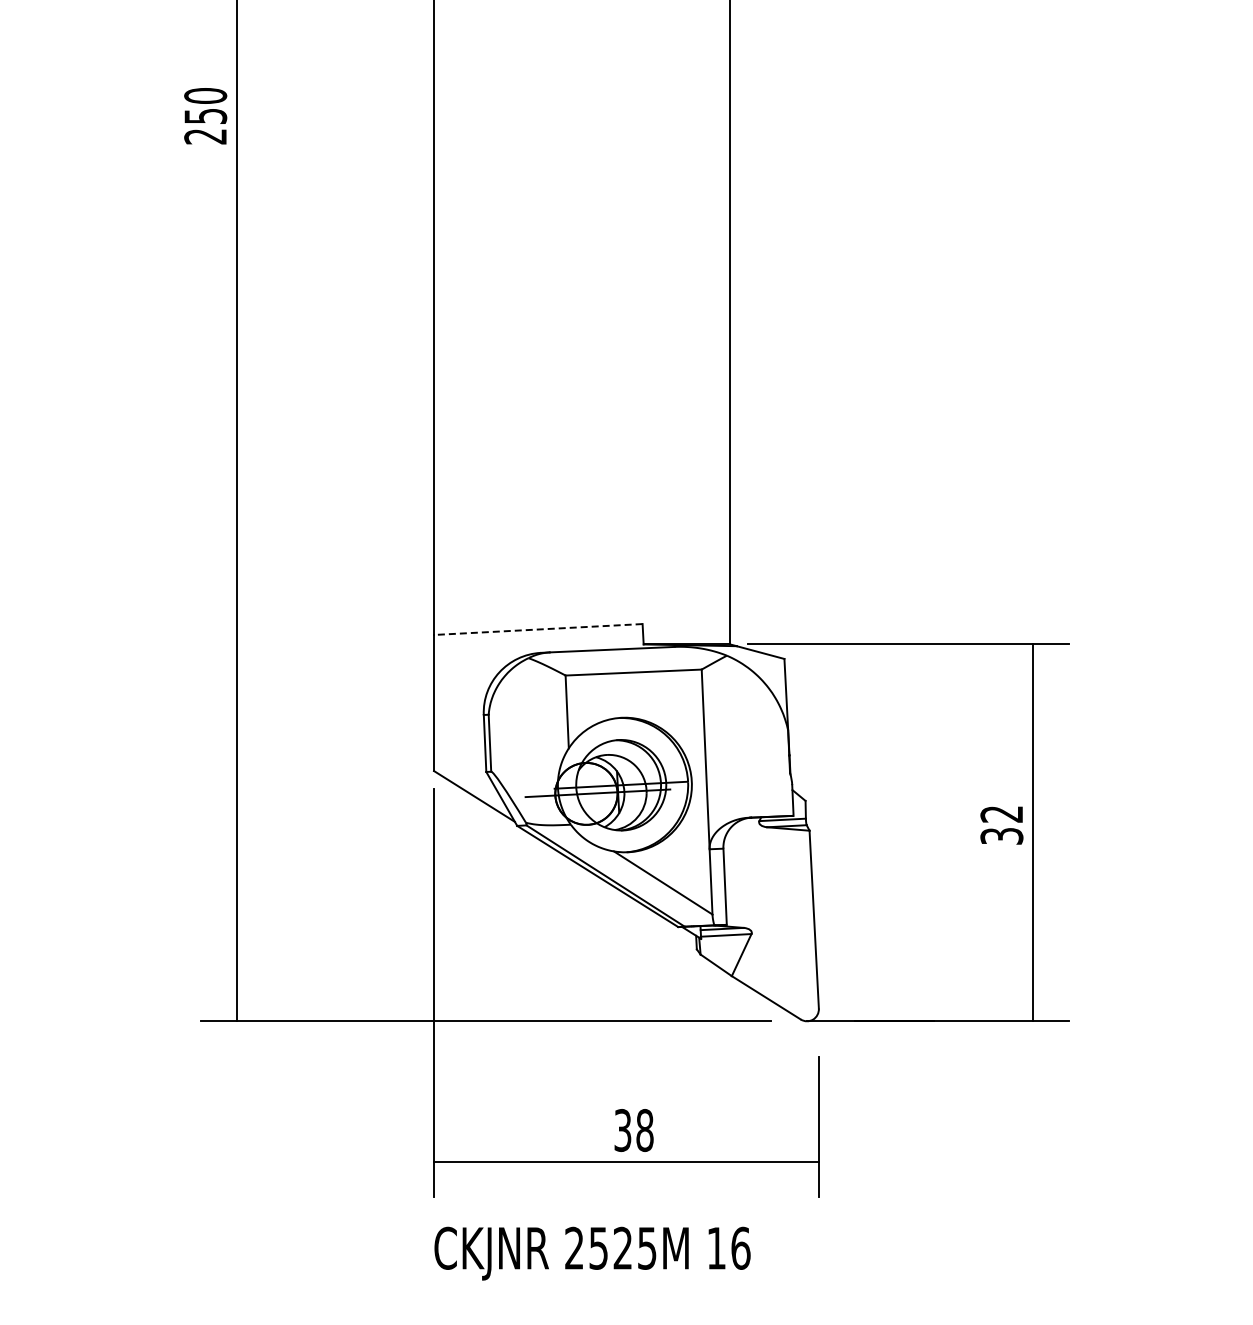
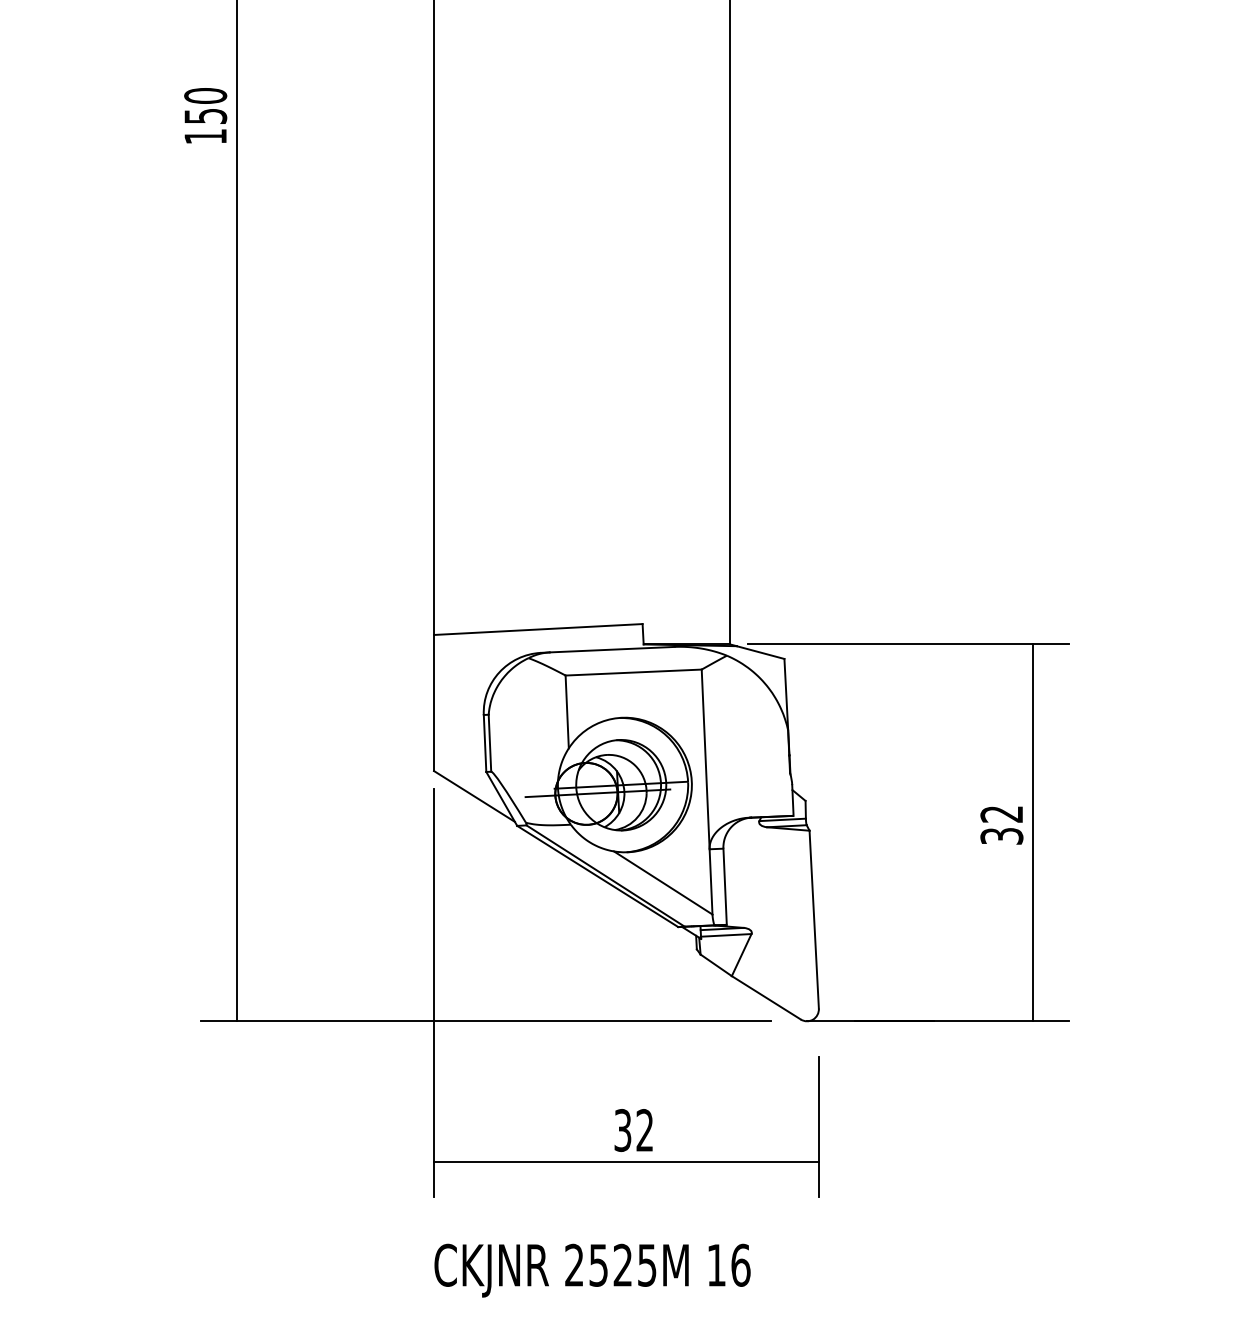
text at (205, 136): 250 -> 150
line at (537, 629): dashed -> solid
text at (644, 1130): 38 -> 32
text at (592, 1253) position: (592, 1253) -> (592, 1270)
